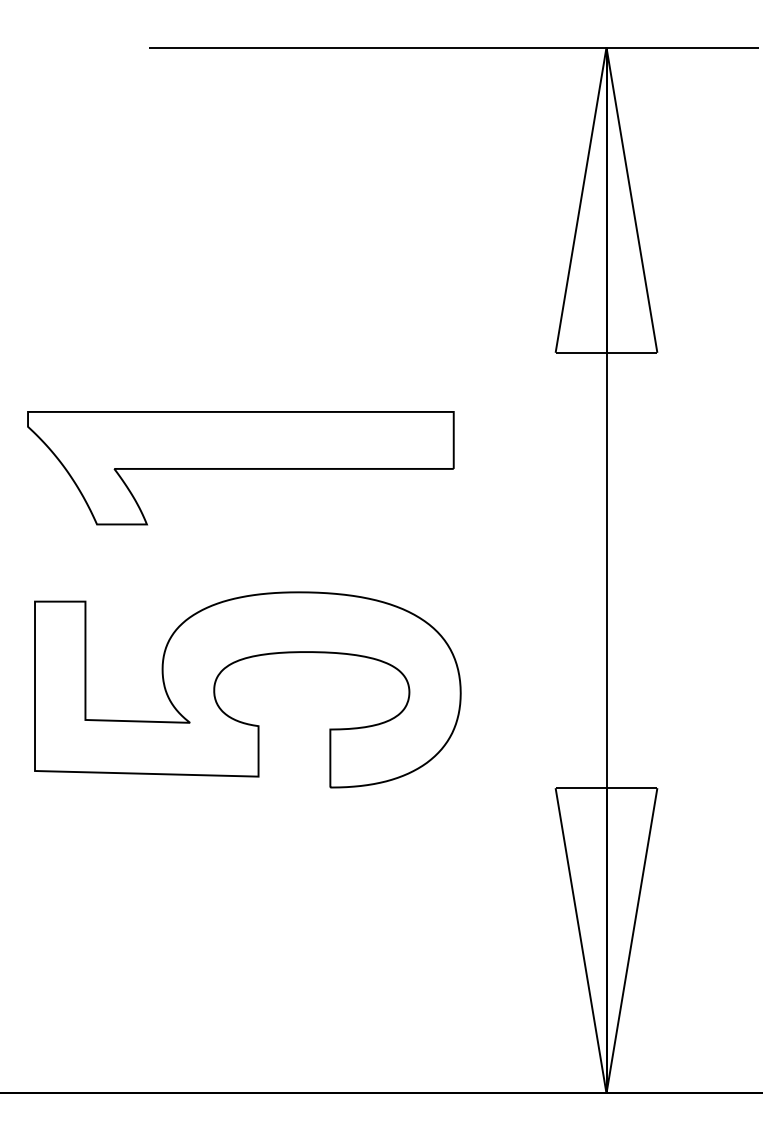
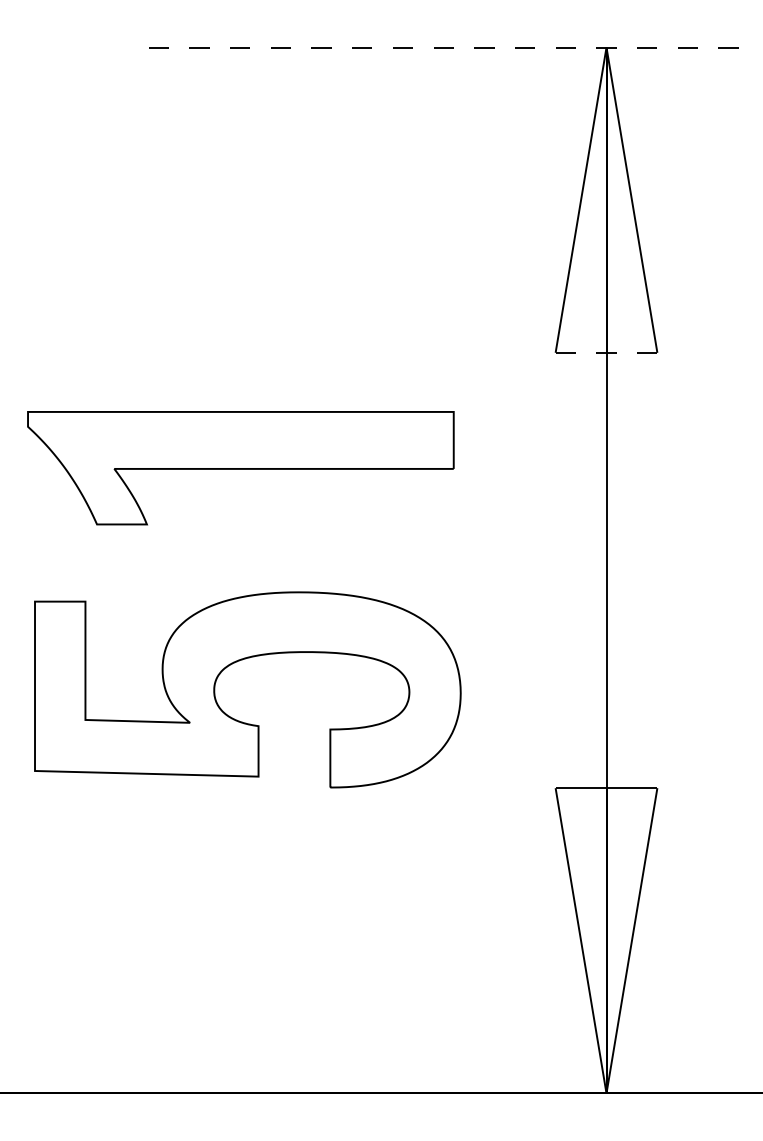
line at (454, 47): solid -> dashed
line at (606, 352): solid -> dashed
